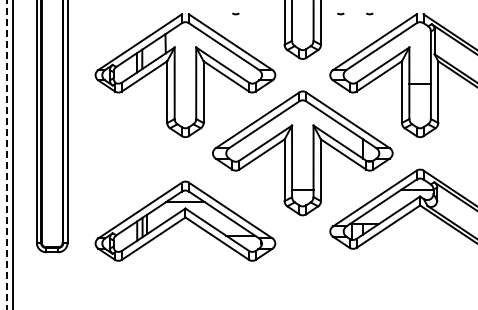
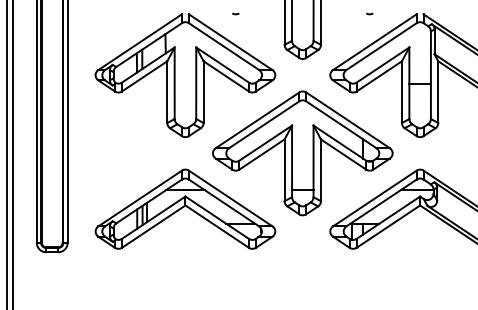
curve at (340, 13): present -> none
line at (7, 154): dashed -> solid
part at (185, 220) position: (185, 220) -> (185, 208)
